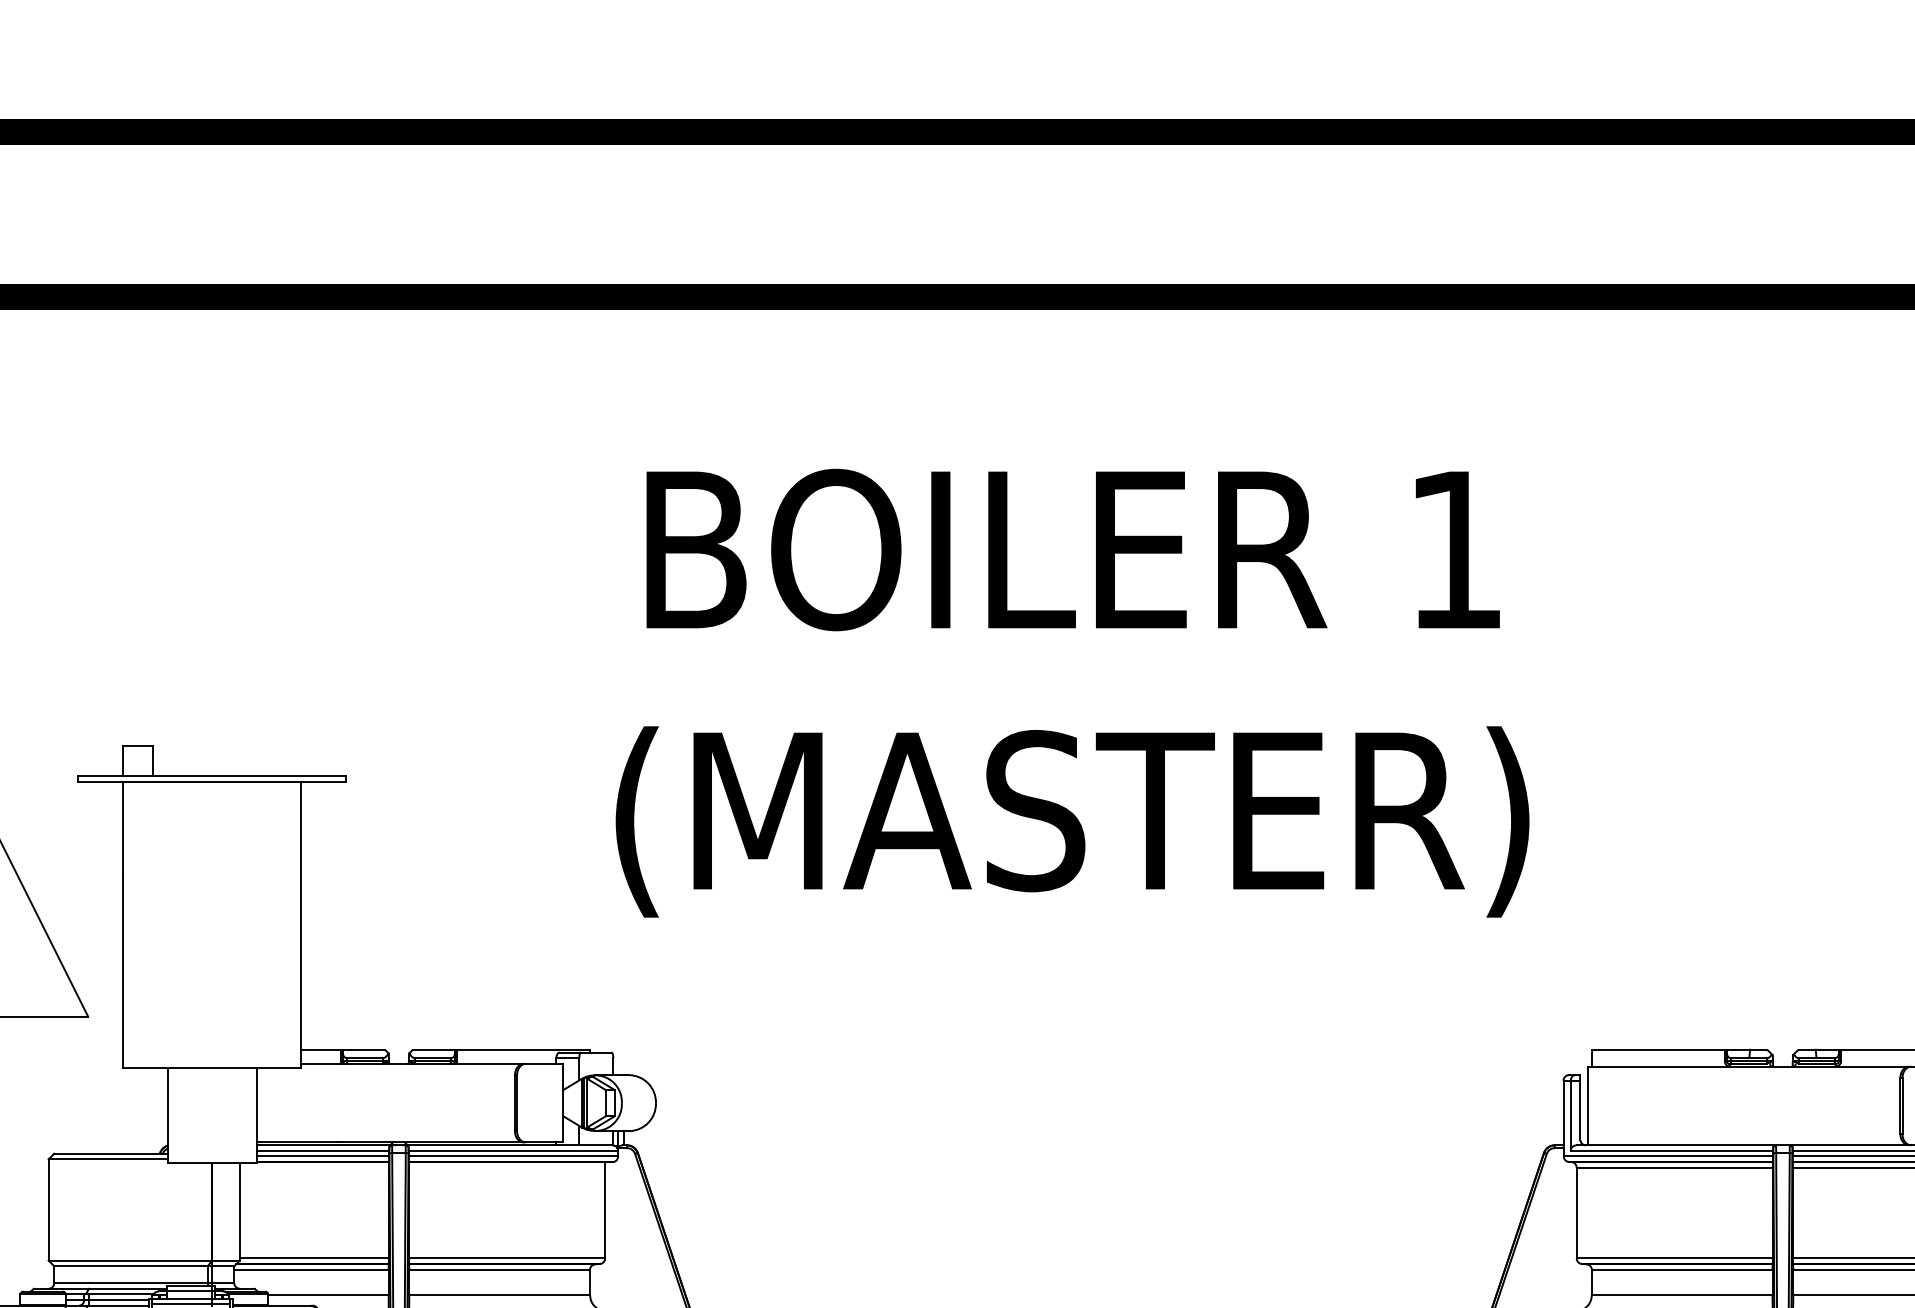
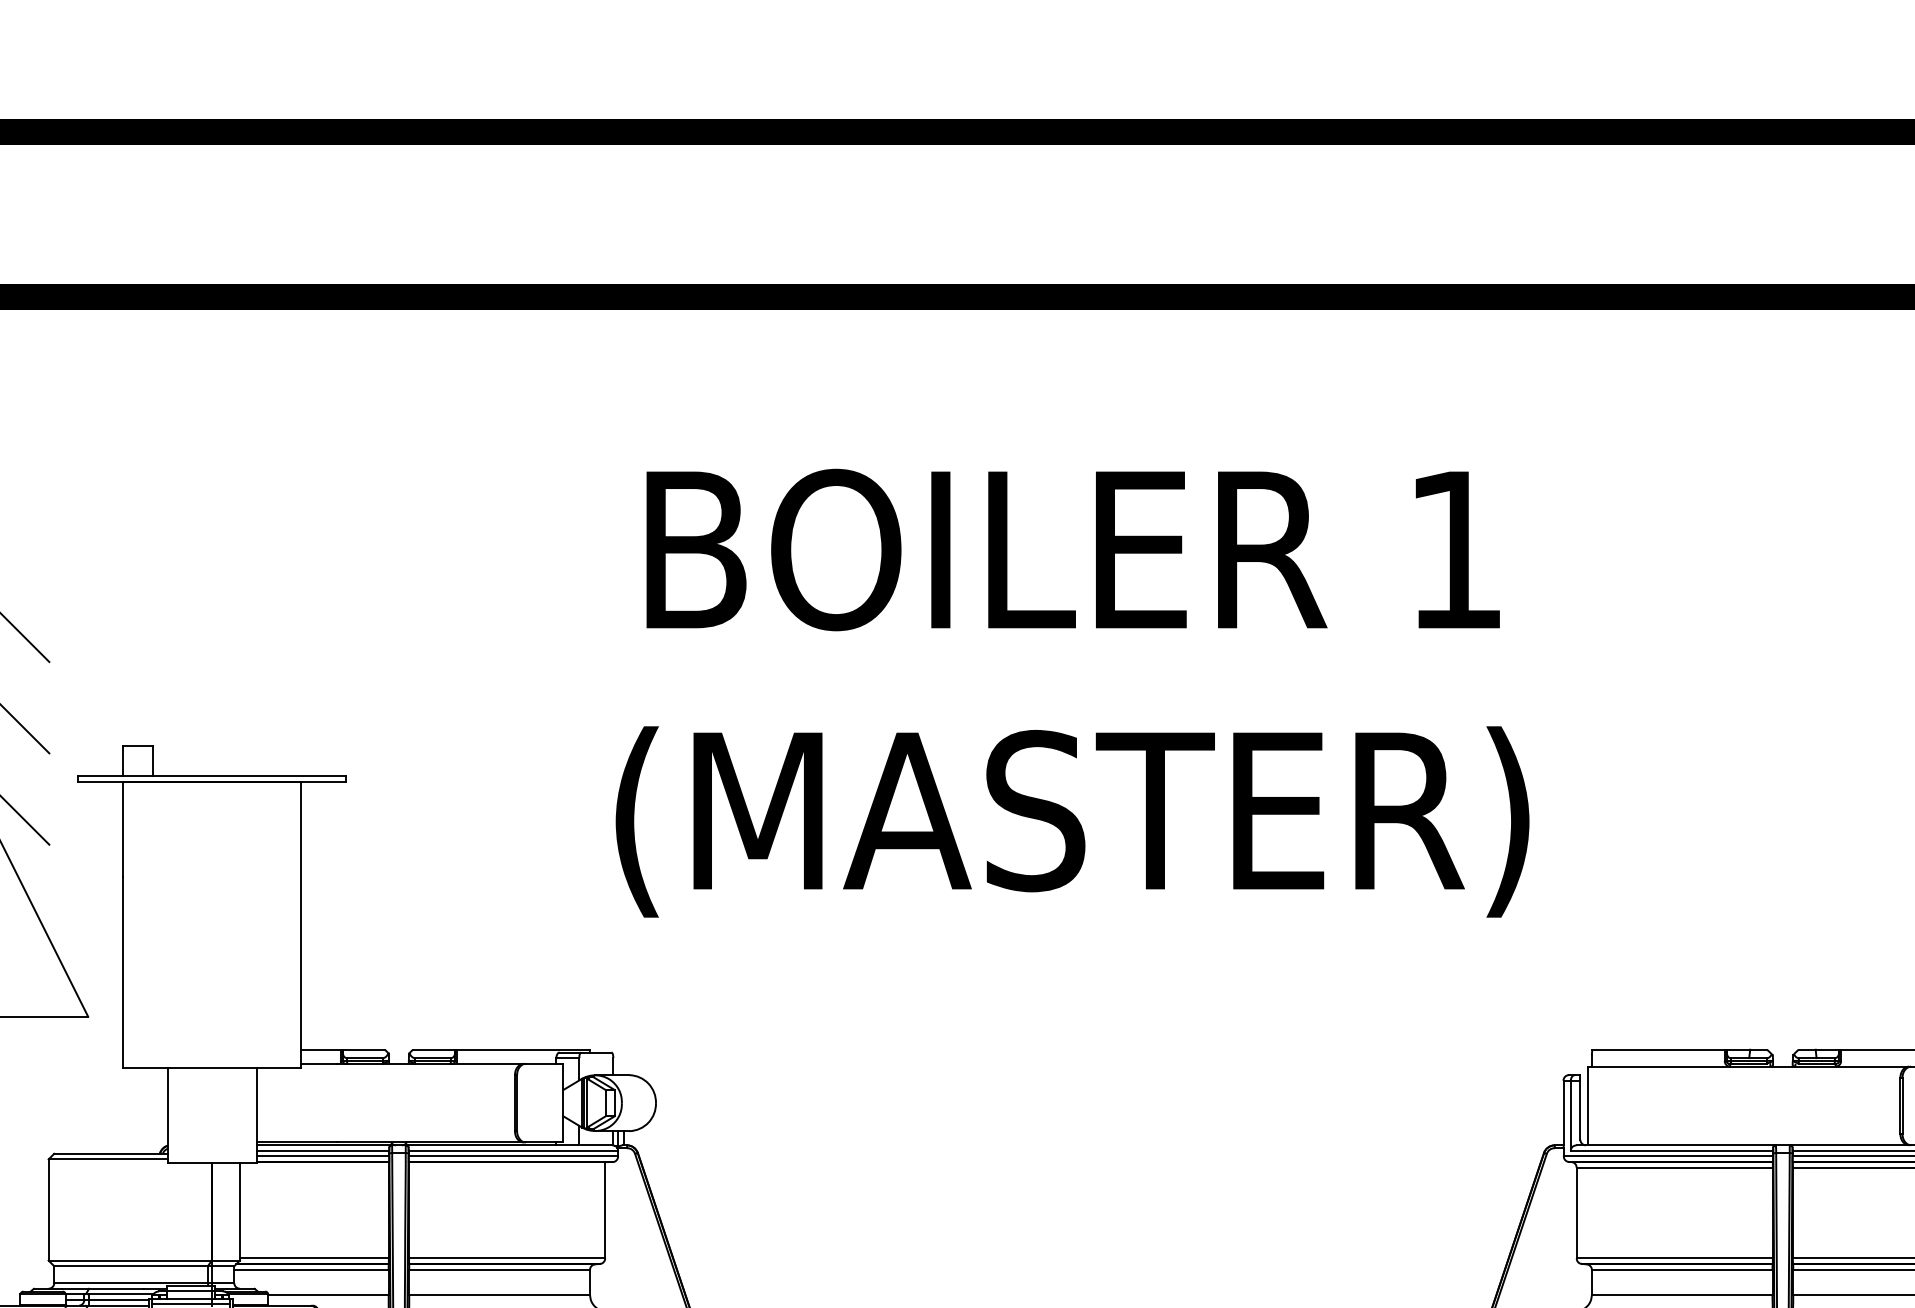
line at (25, 638): none -> present
line at (25, 729): none -> present
line at (25, 820): none -> present
